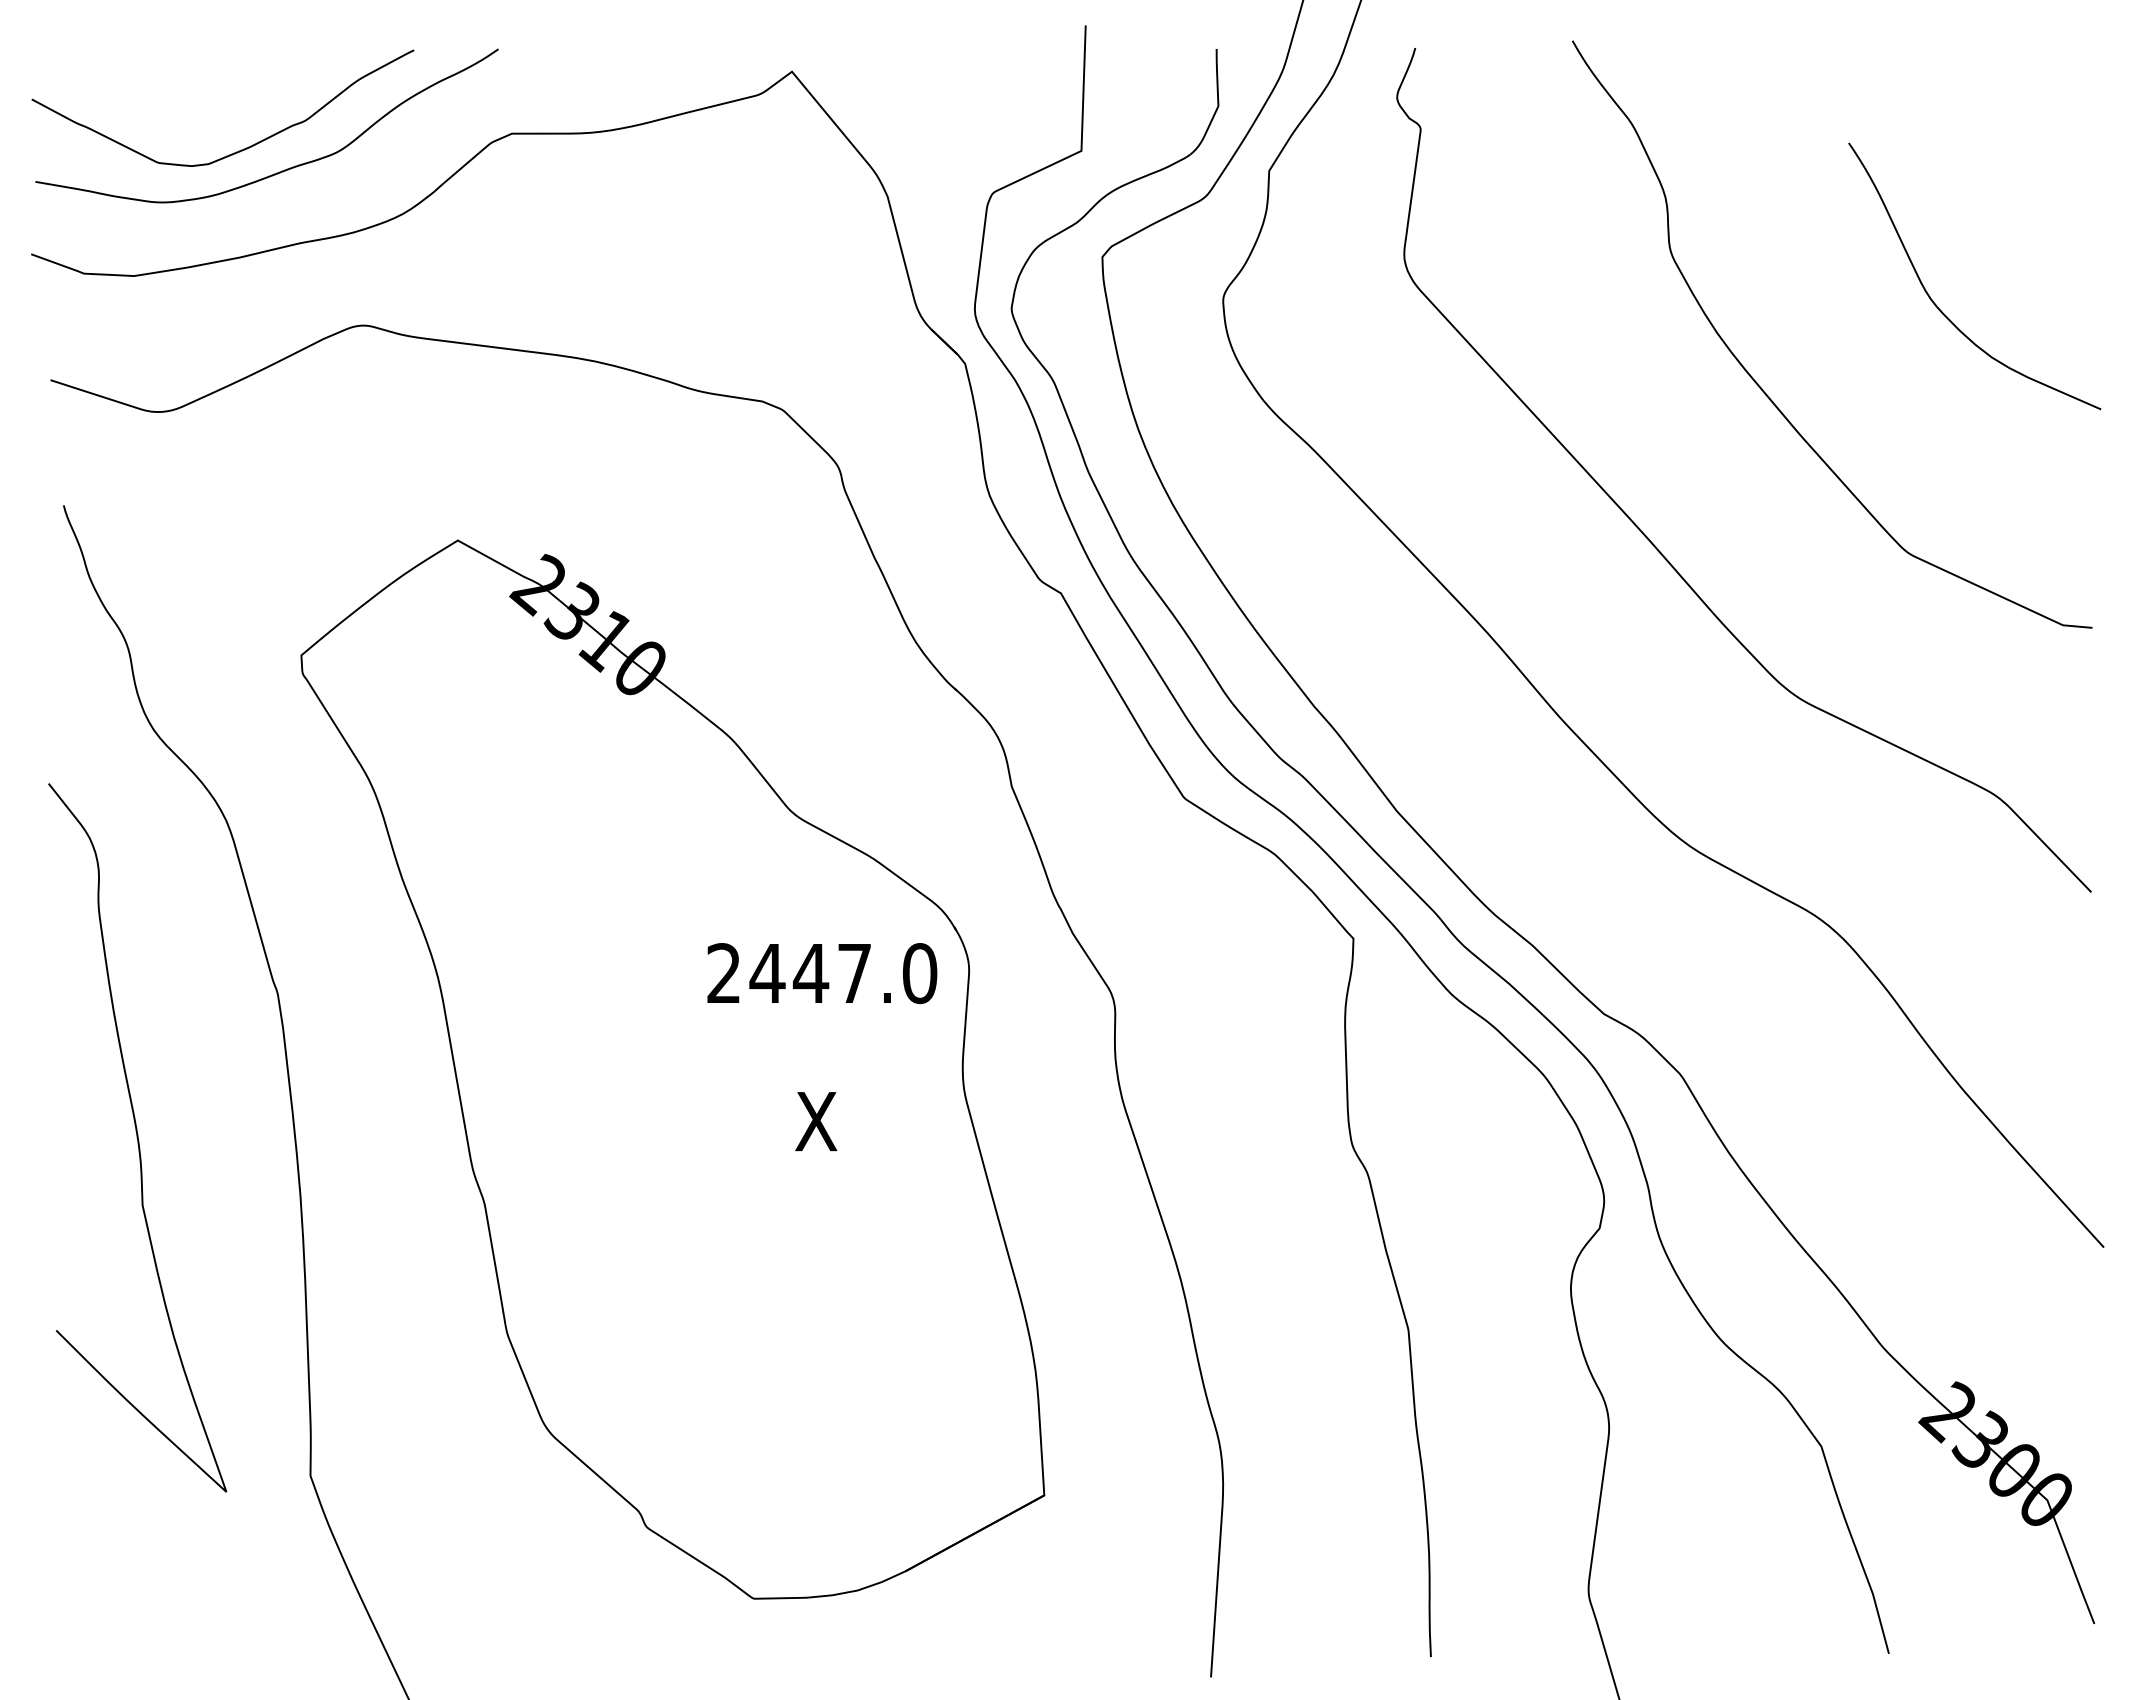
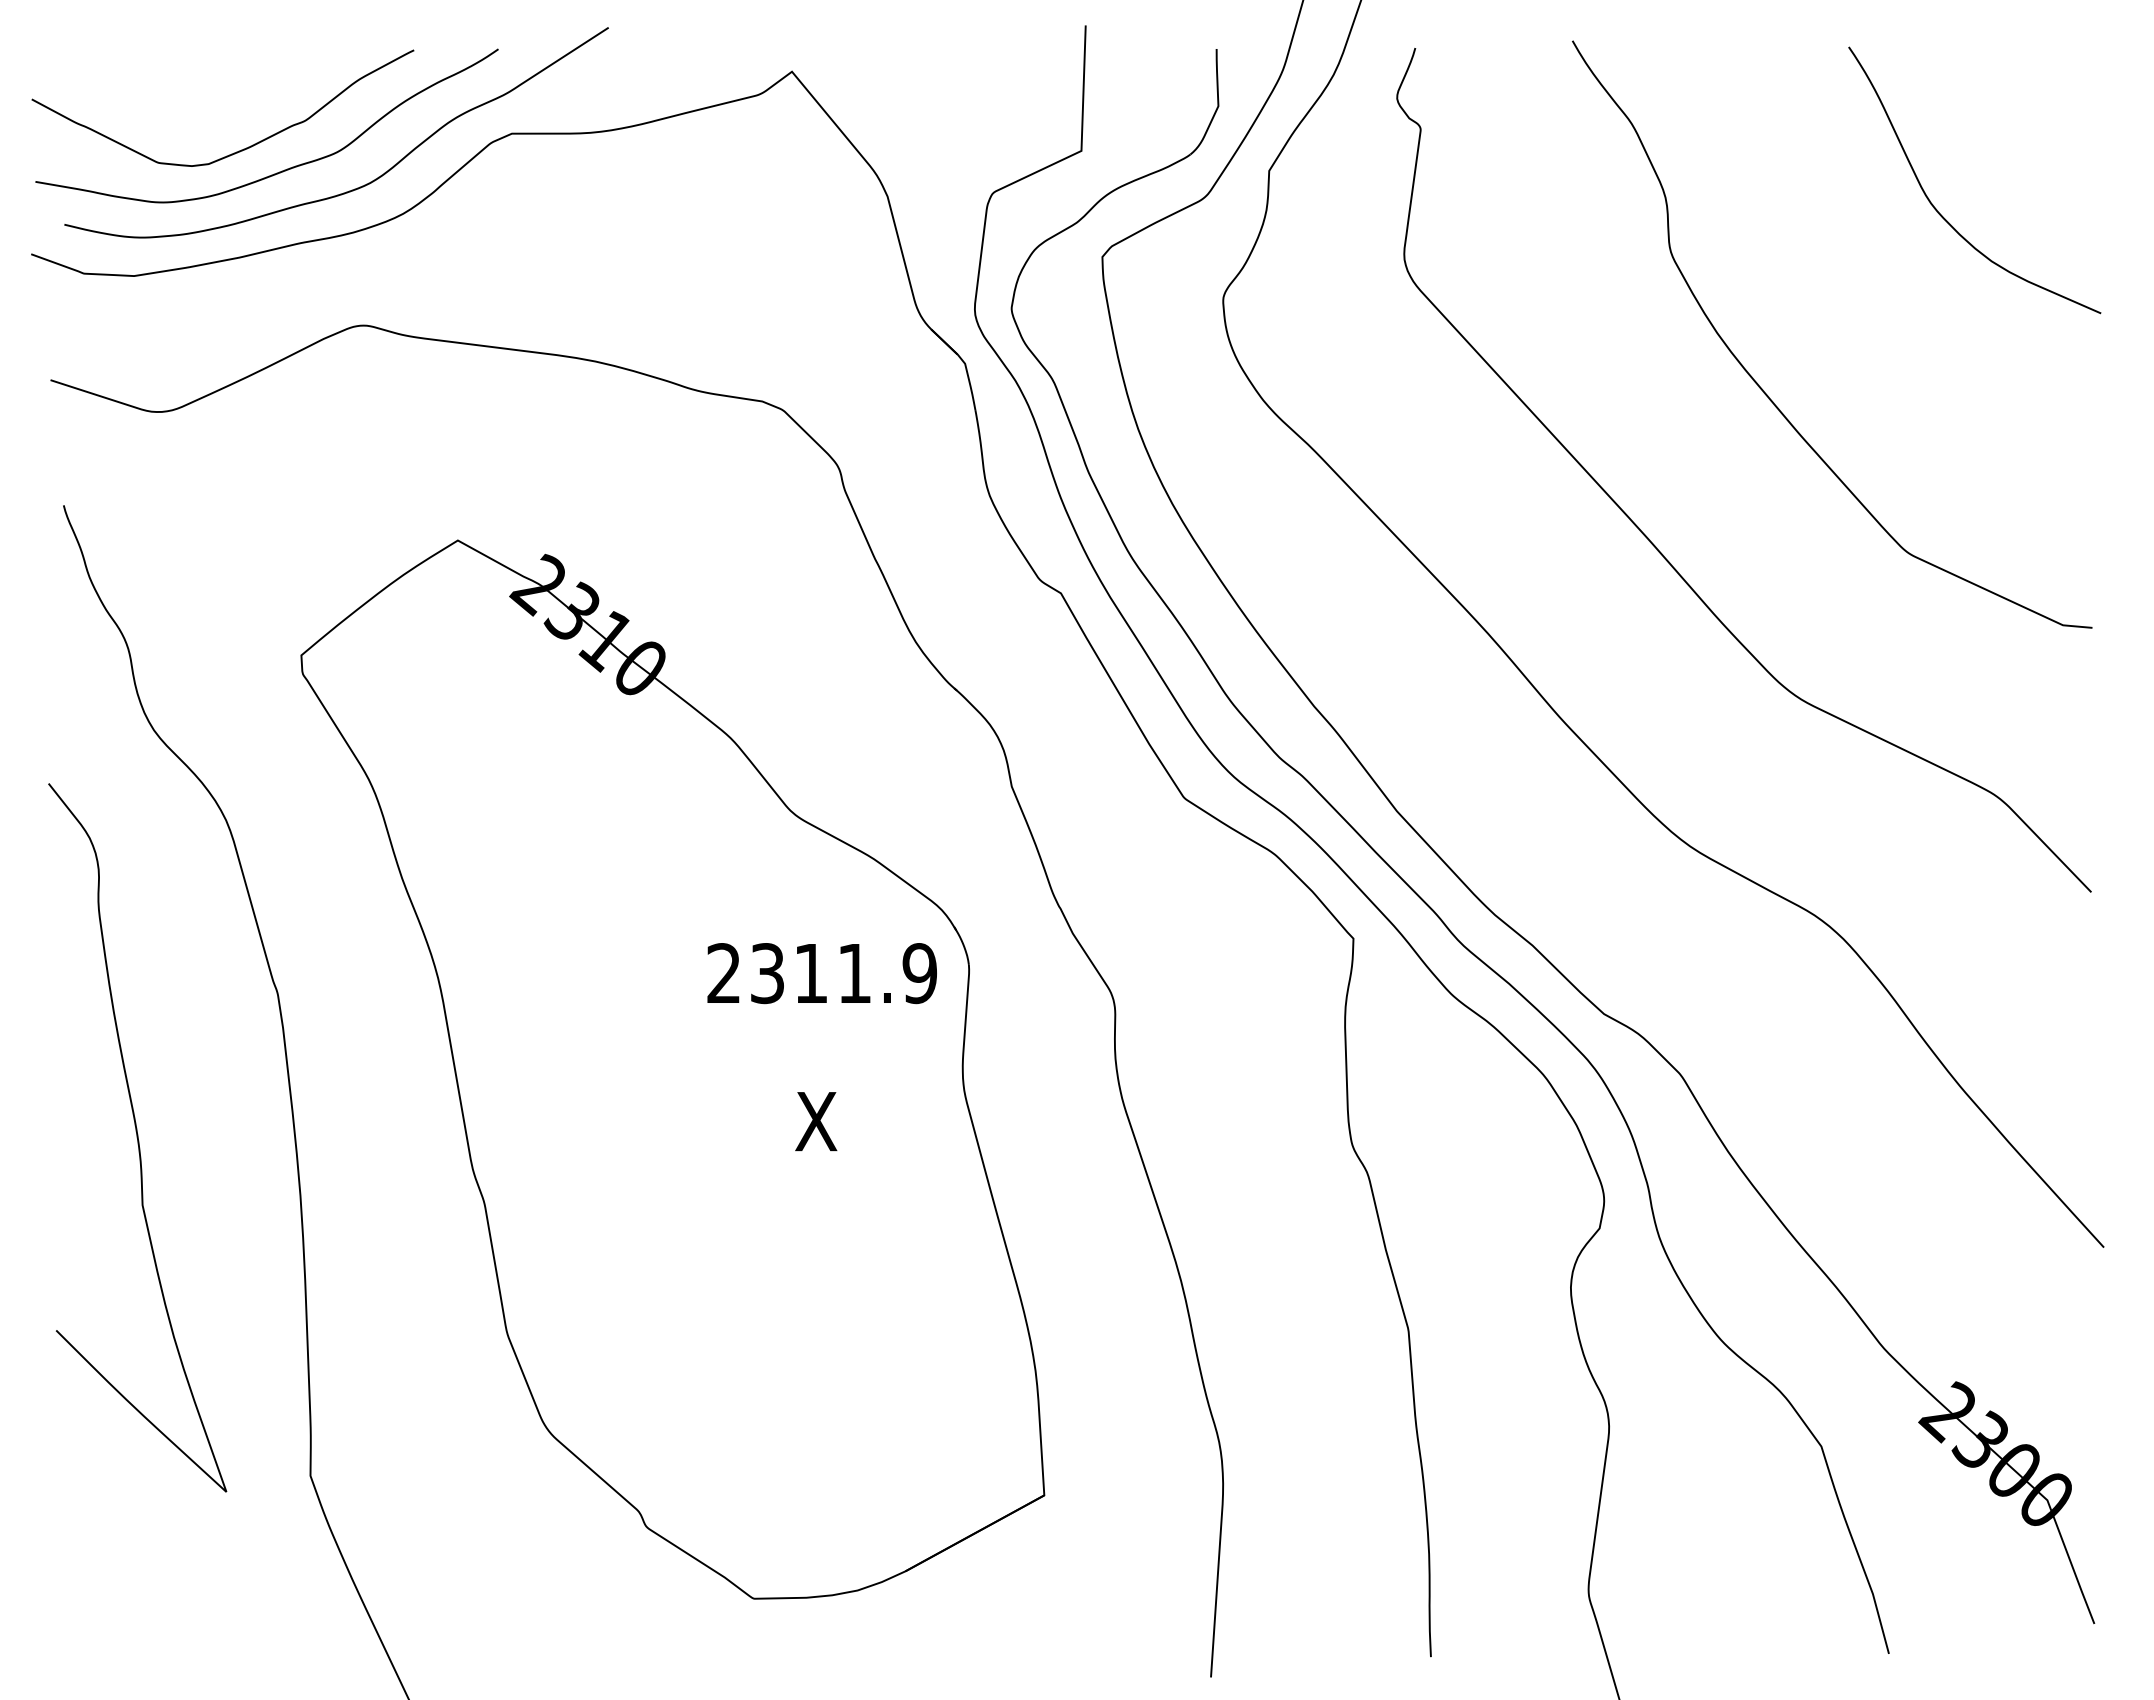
curve at (359, 186): none -> present
curve at (1937, 305) position: (1937, 305) -> (1937, 209)
text at (843, 973): 2447.0 -> 2311.9
